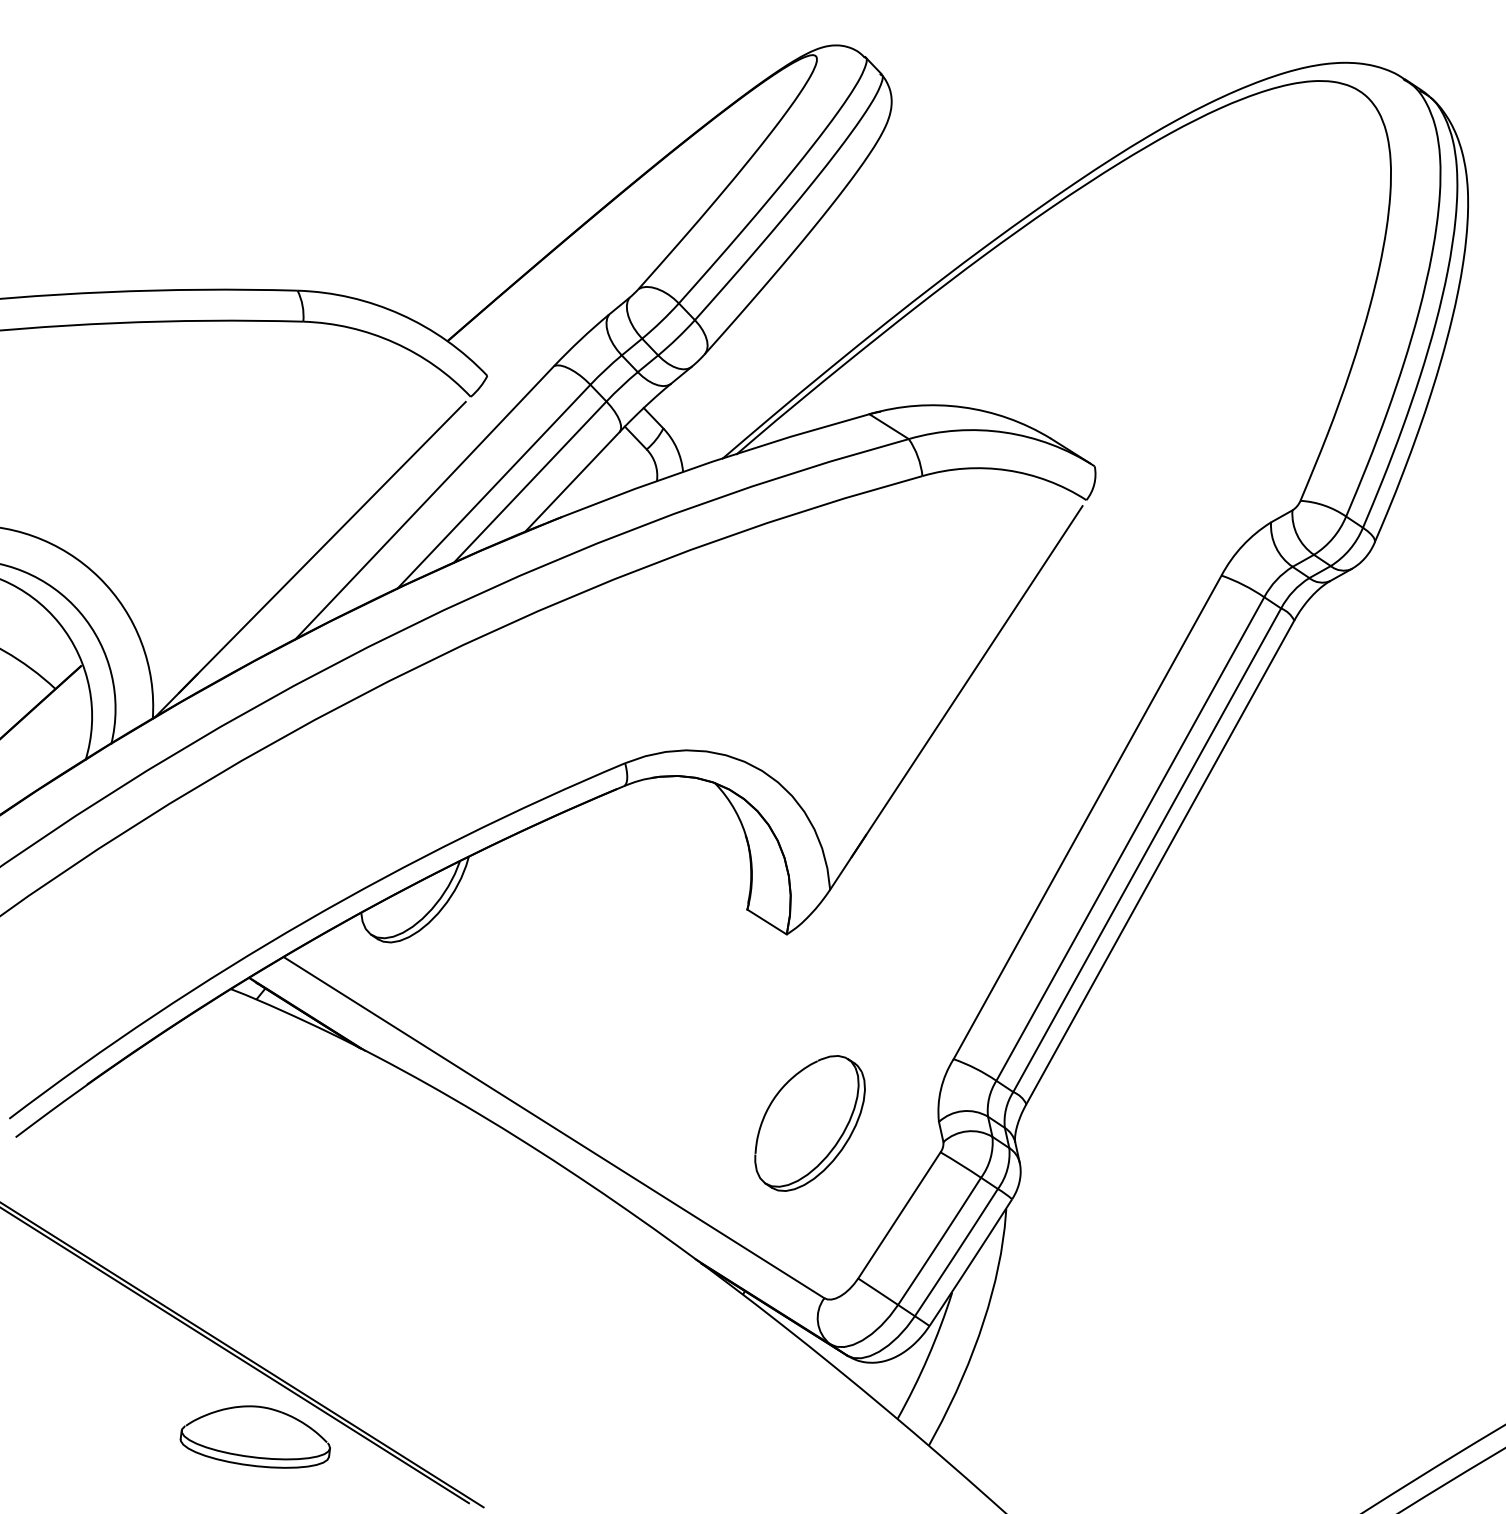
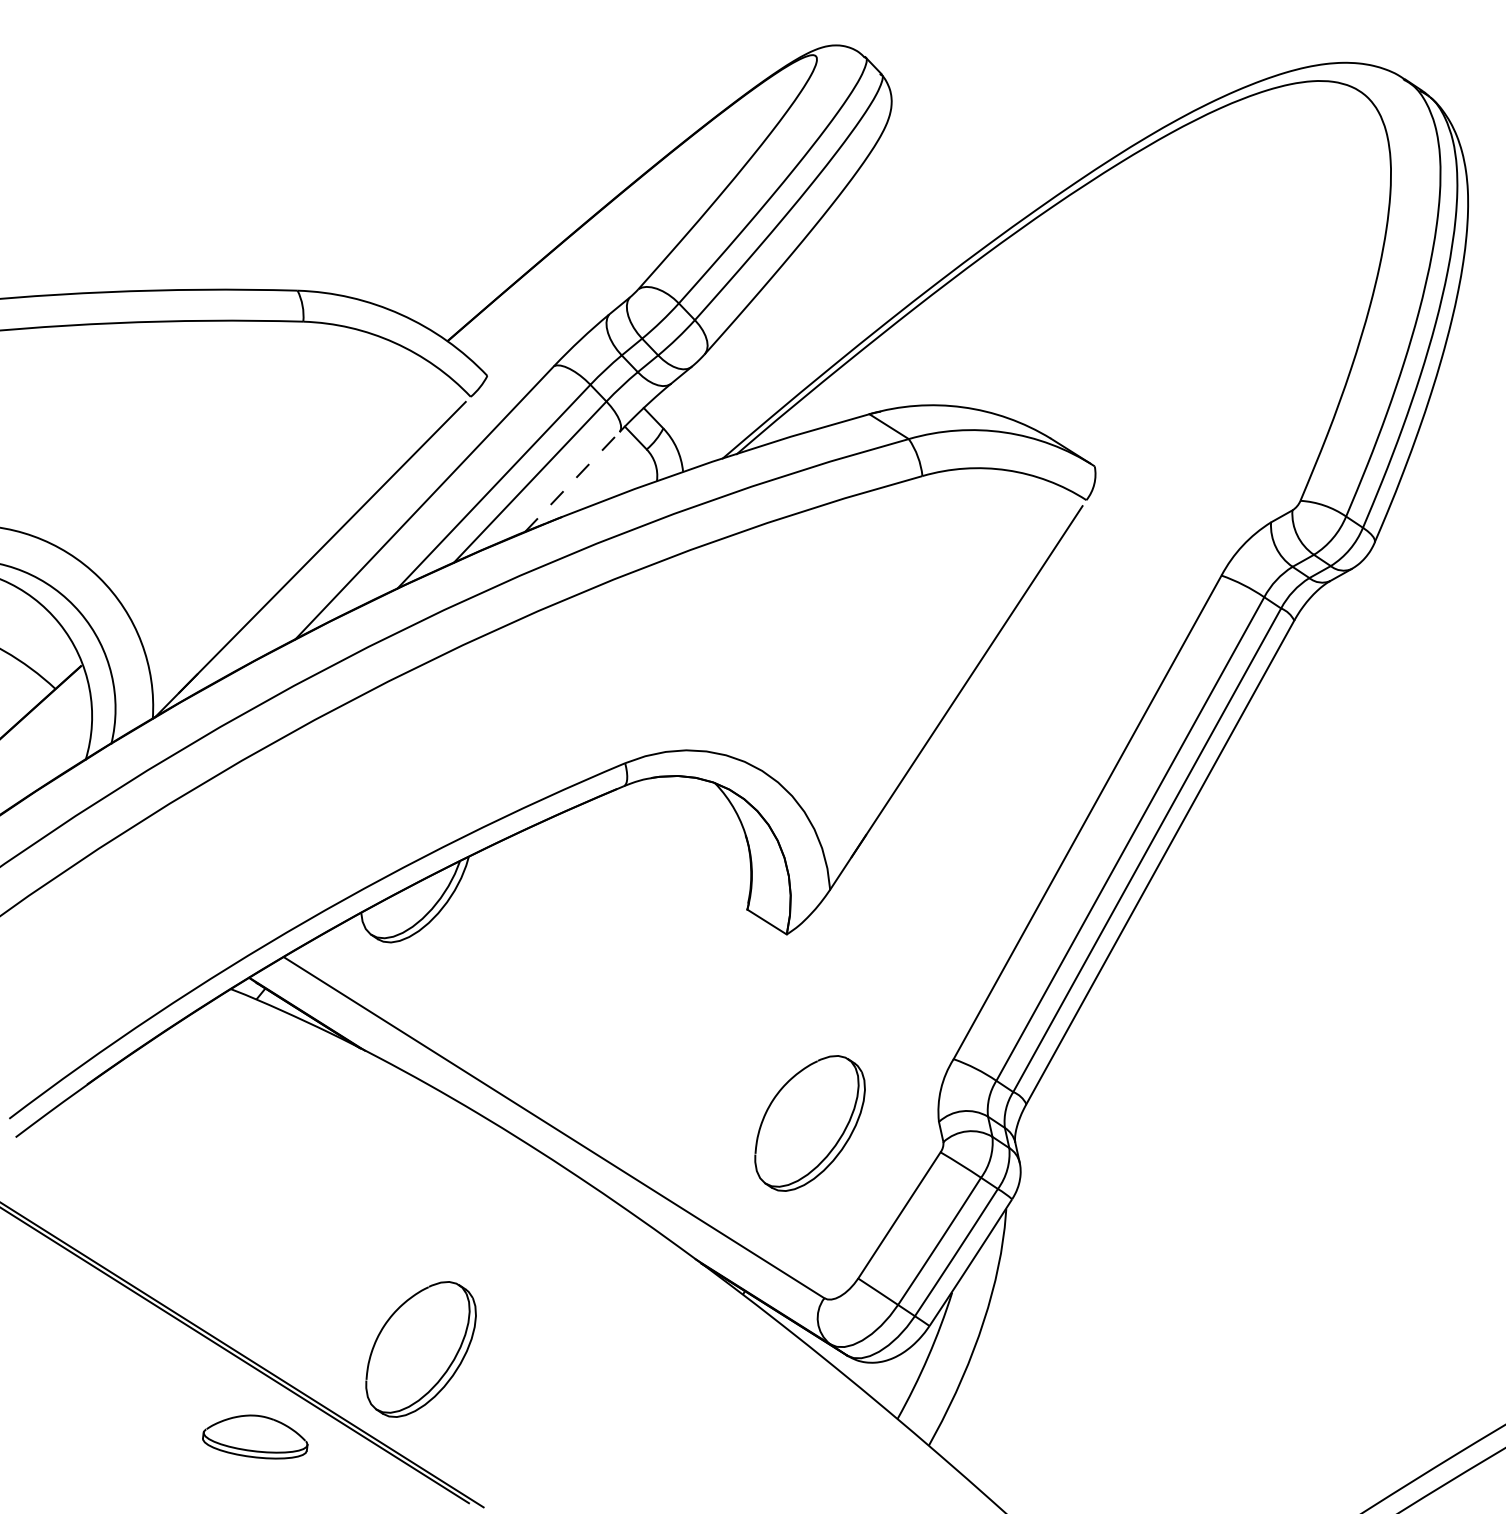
line at (572, 482): solid -> dashed
part at (420, 1349): none -> present
part at (254, 1436) size: 152x64 px -> 107x46 px
